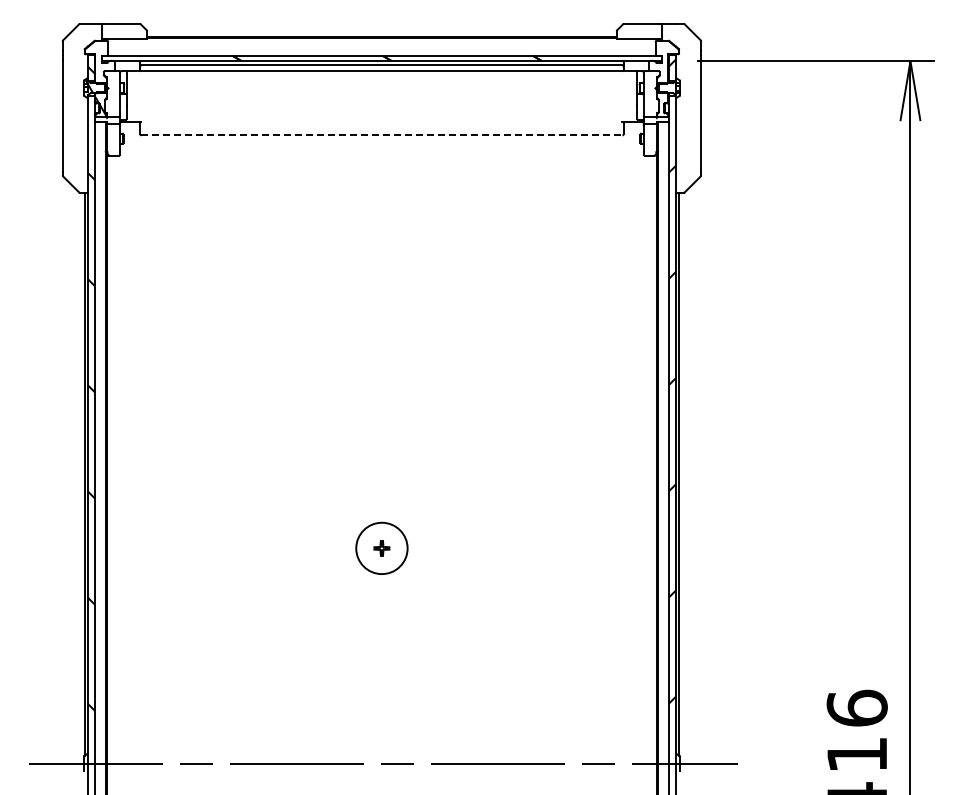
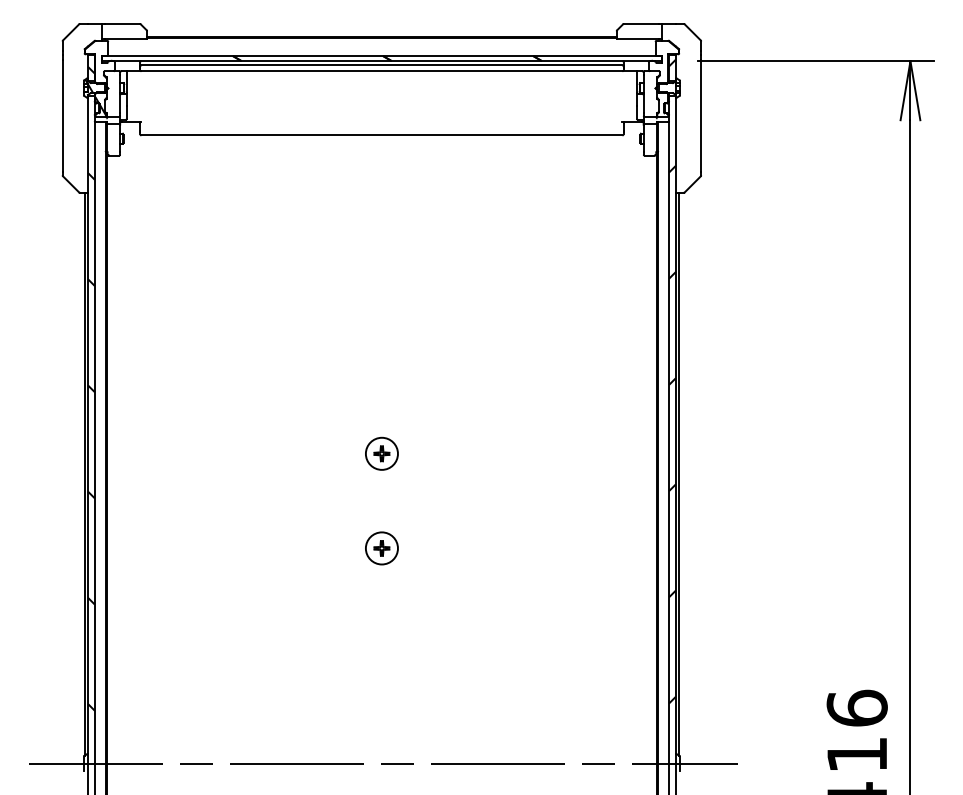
line at (381, 135): dashed -> solid
part at (381, 453): none -> present
circle at (381, 548) diameter: 51 px -> 32 px
